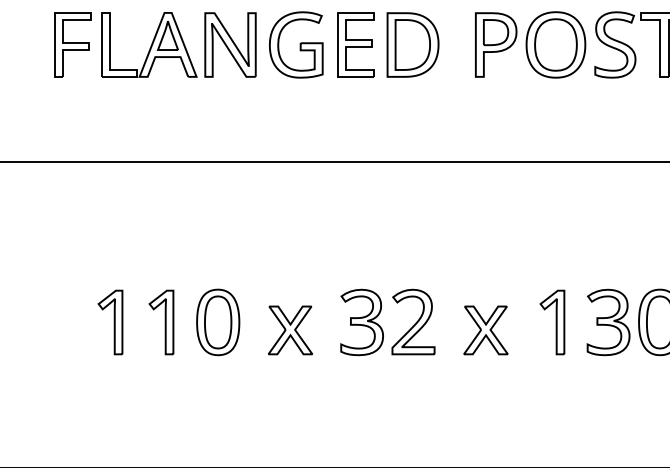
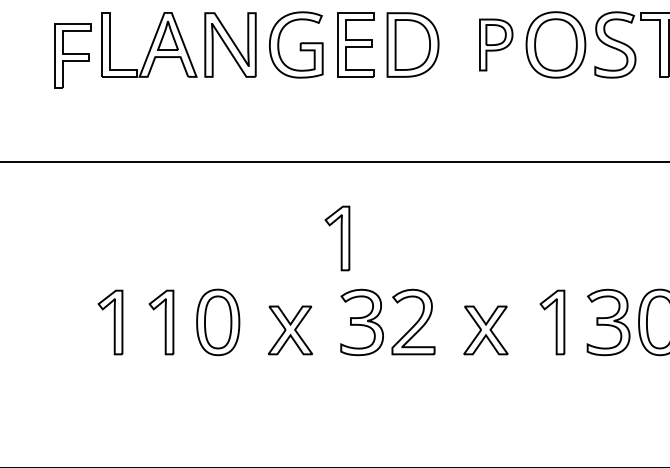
part at (72, 44) position: (72, 44) -> (72, 55)
part at (496, 44) size: 43x66 px -> 35x54 px
part at (337, 238): none -> present
